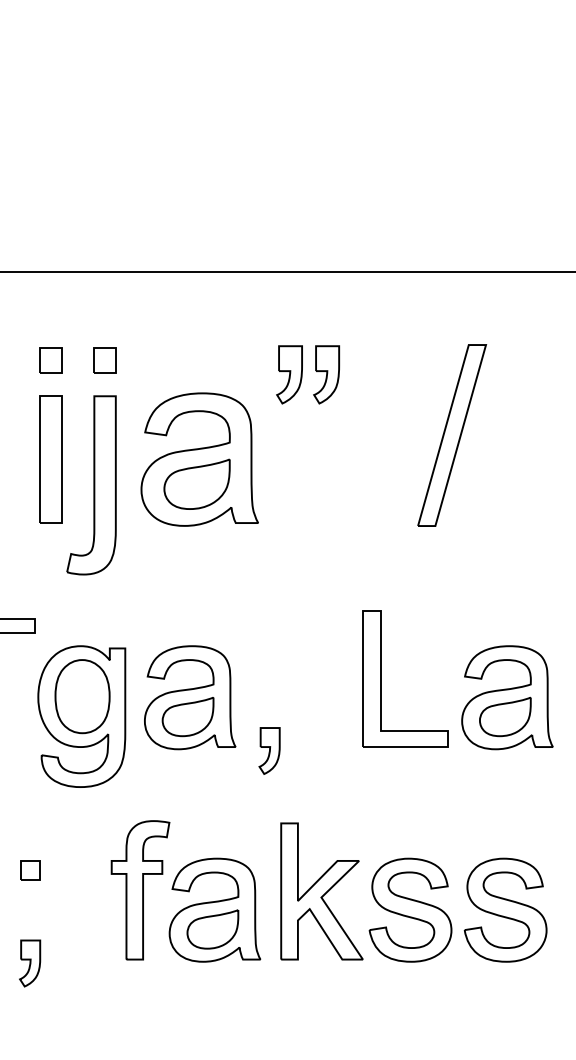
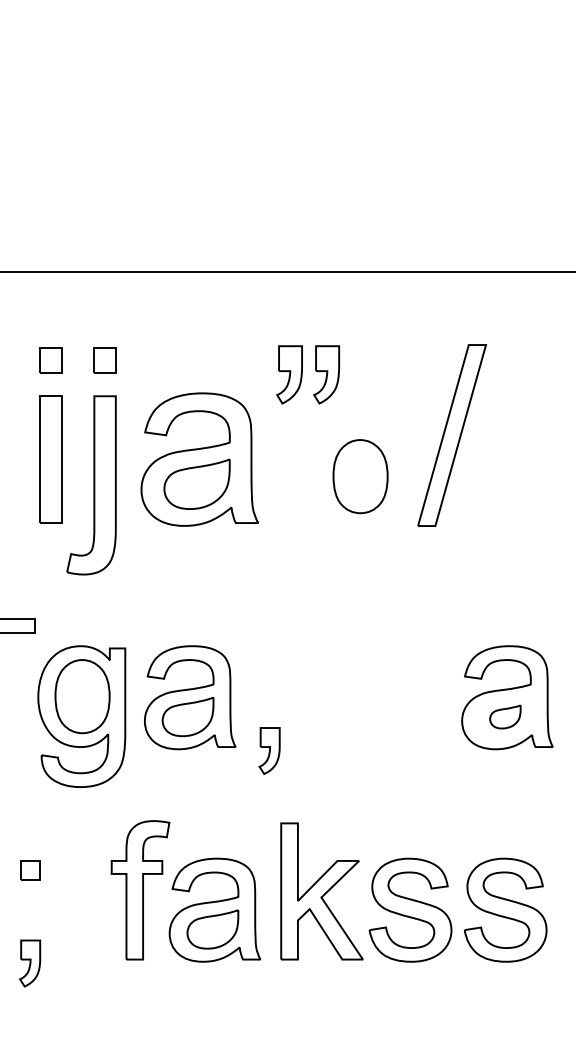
part at (360, 476): none -> present
part at (381, 678): present -> none
part at (505, 716) size: 53x42 px -> 33x26 px
